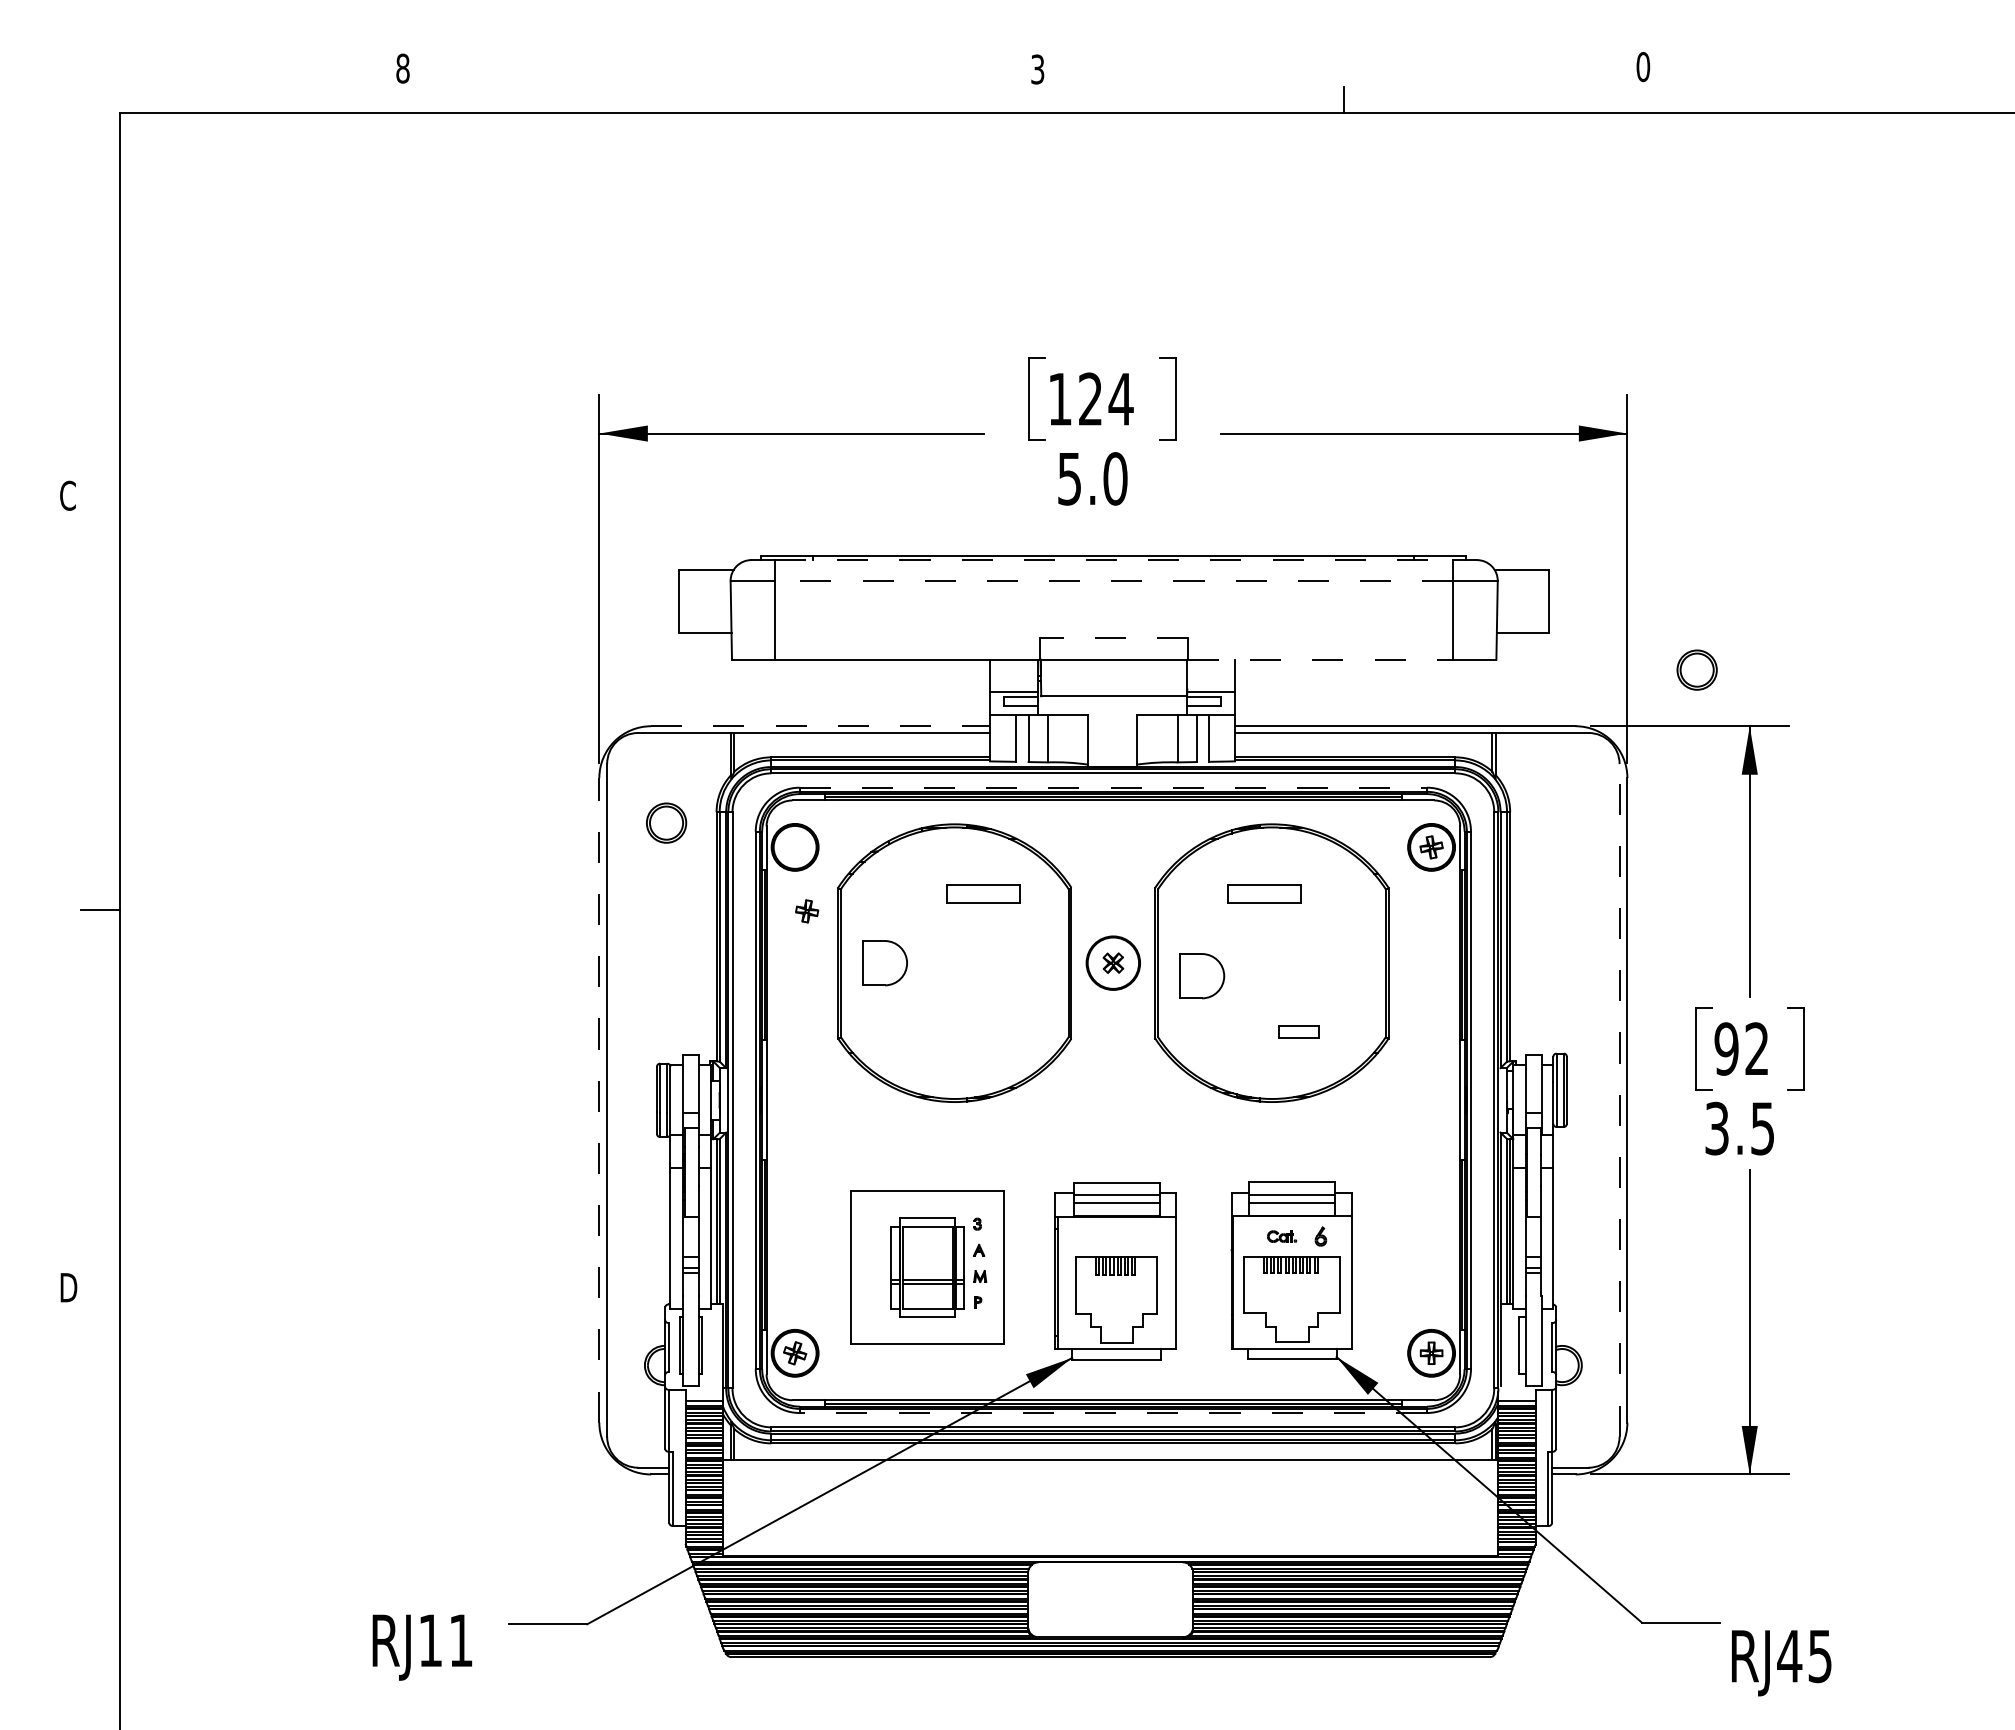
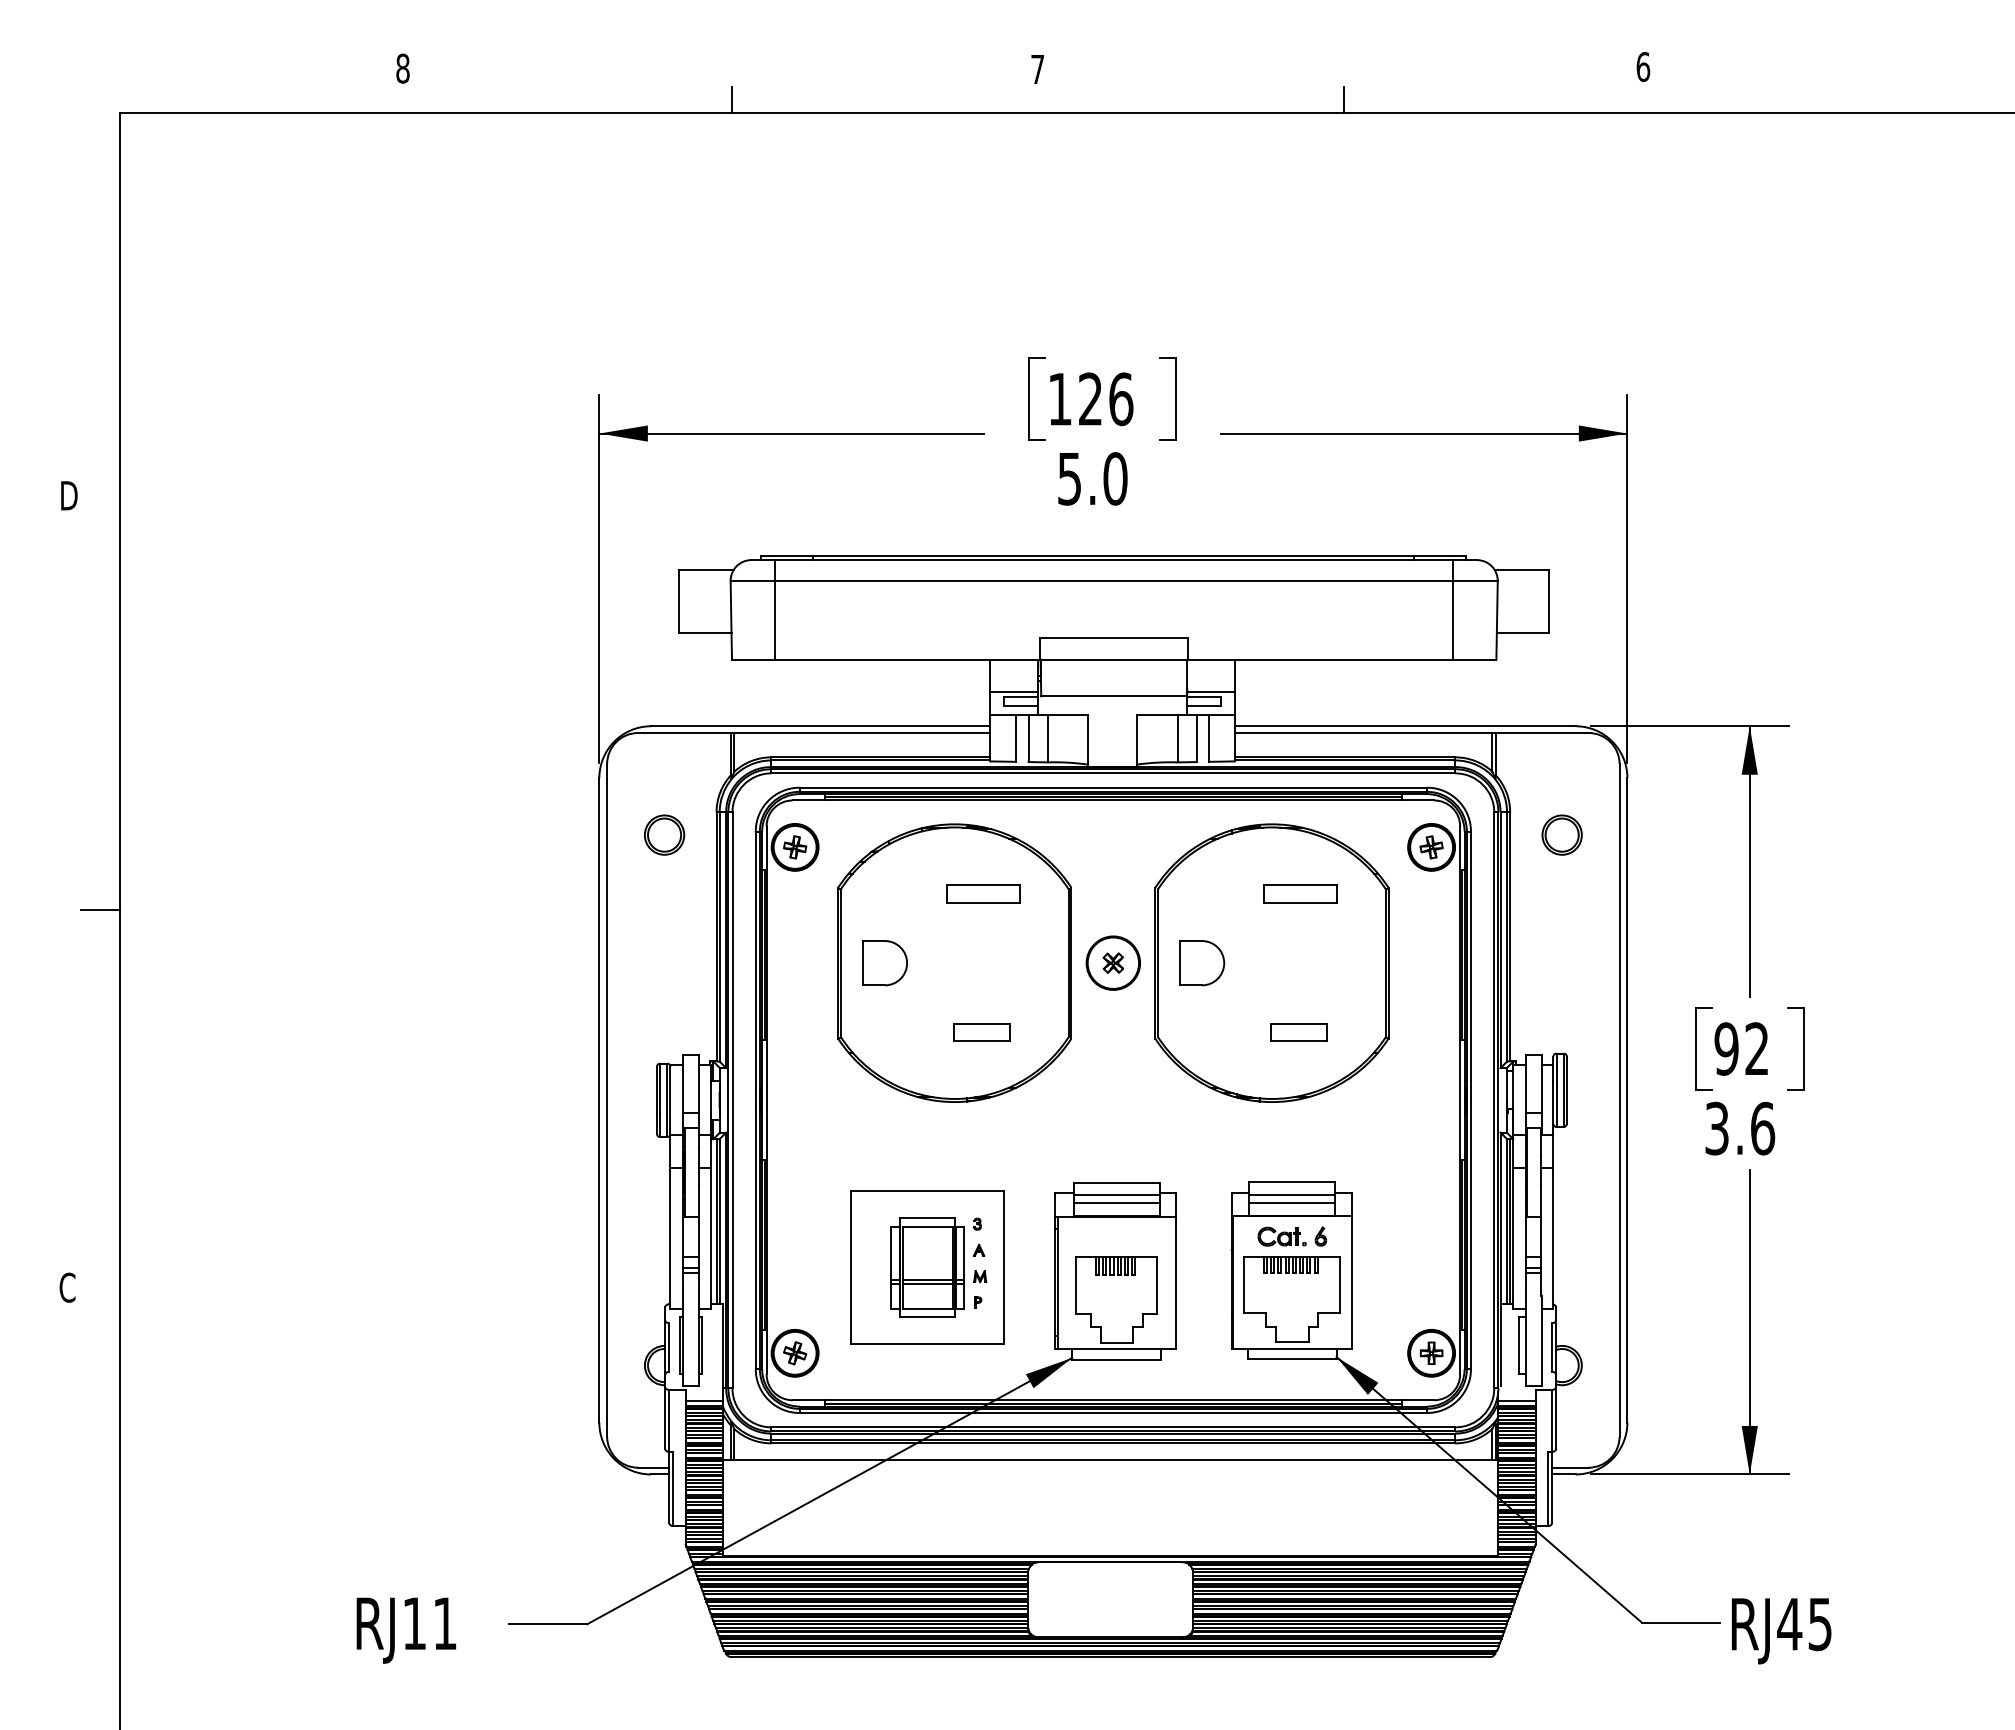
text at (1643, 66): 0 -> 6
text at (1037, 69): 3 -> 7
line at (732, 99): none -> present
text at (1120, 399): 124 -> 126
text at (68, 495): C -> D
line at (1114, 560): dashed -> solid
line at (1113, 581): dashed -> solid
line at (1114, 638): dashed -> solid
line at (1320, 659): dashed -> solid
part at (1696, 669) position: (1696, 669) -> (1561, 834)
line at (820, 726): dashed -> solid
line at (1113, 787): dashed -> solid
part at (666, 822) position: (666, 822) -> (664, 834)
part at (1264, 893) position: (1264, 893) -> (1300, 893)
part at (807, 911) position: (807, 911) -> (795, 847)
part at (1202, 976) position: (1202, 976) -> (1202, 963)
part at (1298, 1031) size: 42x14 px -> 58x19 px
part at (981, 1032): none -> present
line at (599, 1099): dashed -> solid
line at (1619, 1099): dashed -> solid
text at (1763, 1128): 3.5 -> 3.6
part at (1282, 1236) size: 31x13 px -> 50x21 px
text at (68, 1287): D -> C
line at (1113, 1413): dashed -> solid
text at (422, 1647) position: (422, 1647) -> (406, 1630)
text at (1781, 1663) position: (1781, 1663) -> (1781, 1631)
